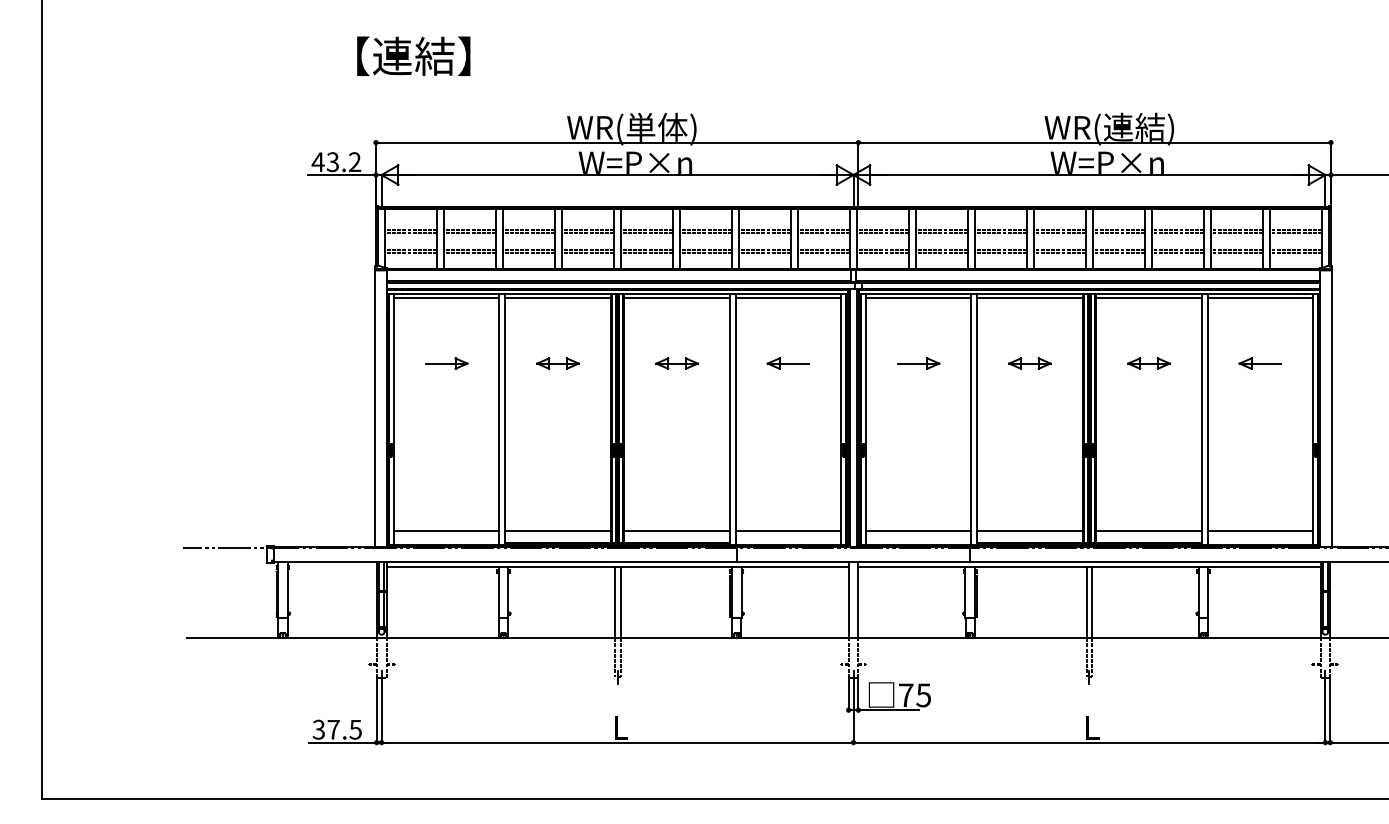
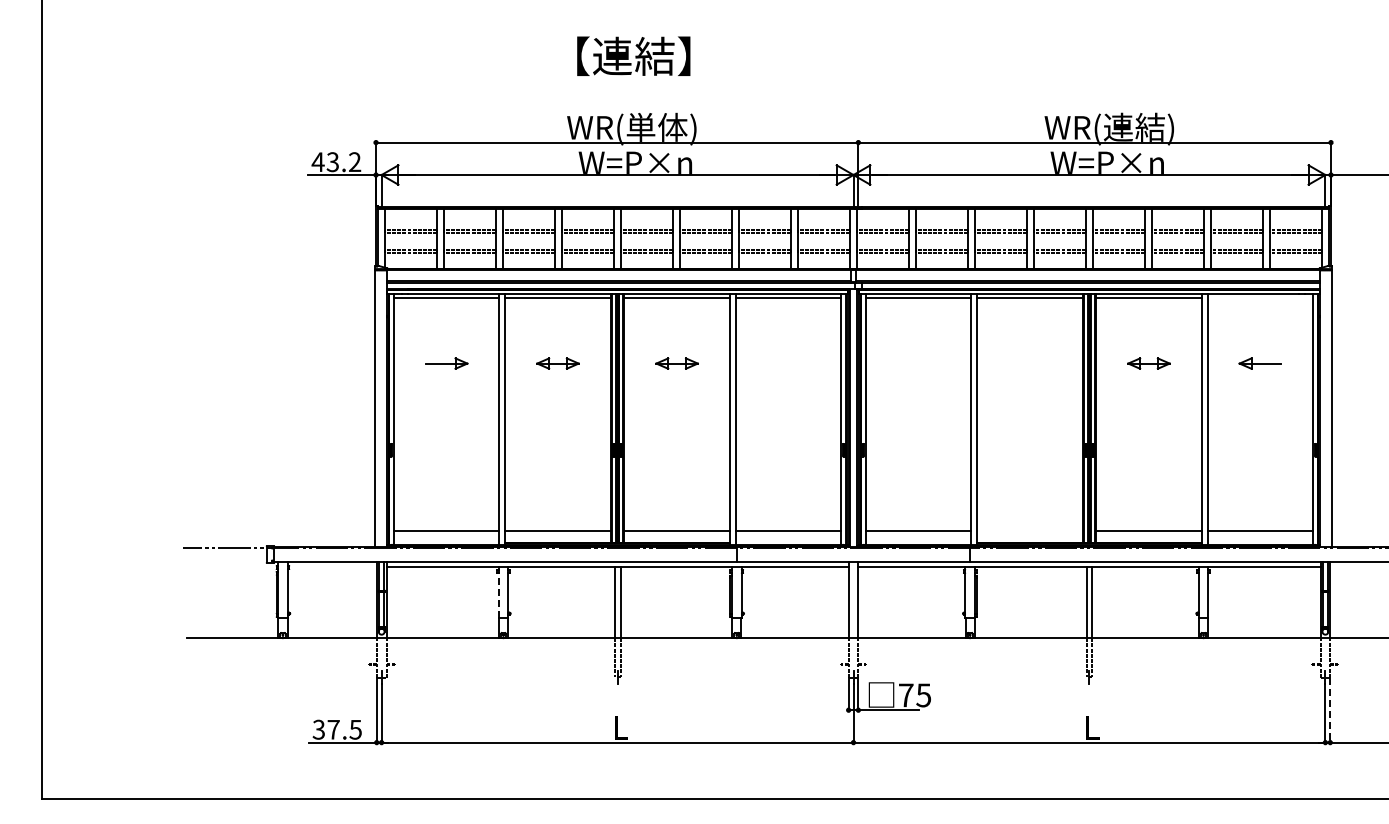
text at (413, 55) position: (413, 55) -> (633, 55)
line at (1260, 297): present -> none
part at (787, 363): present -> none
part at (918, 363): present -> none
part at (1029, 363): present -> none
line at (1029, 530): present -> none
line at (498, 594): solid -> dashed
line at (1330, 710): solid -> dashed
